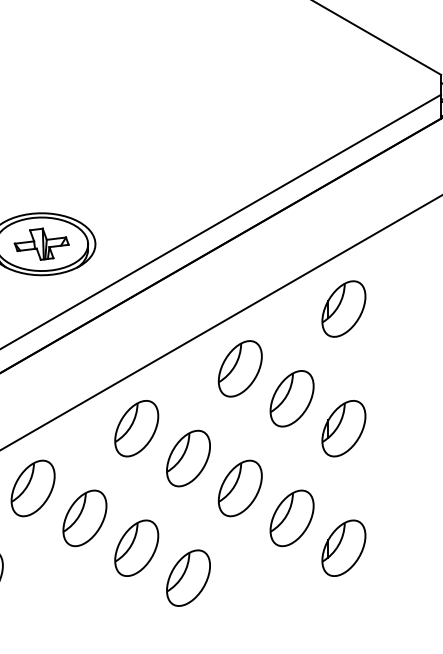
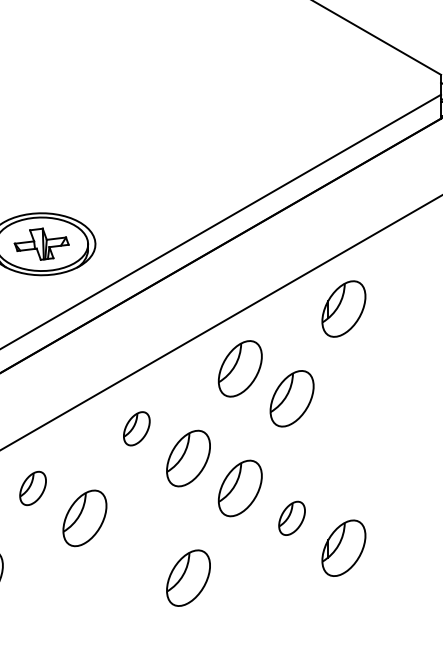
part at (136, 428) size: 46x58 px -> 28x36 px
part at (343, 428): present -> none
part at (32, 488) size: 46x59 px -> 28x37 px
part at (291, 518) size: 46x59 px -> 28x36 px
part at (136, 547): present -> none
